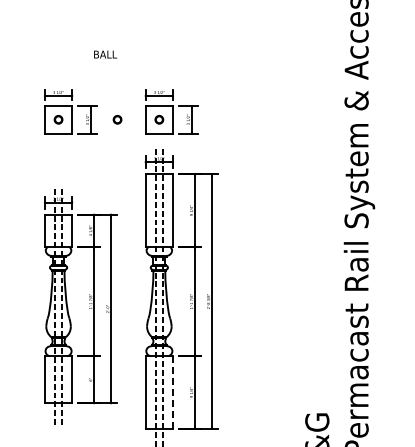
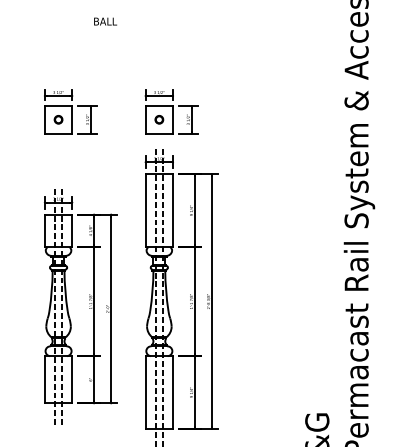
text at (105, 54) position: (105, 54) -> (105, 21)
part at (117, 119): present -> none
line at (173, 393): dashed -> solid
